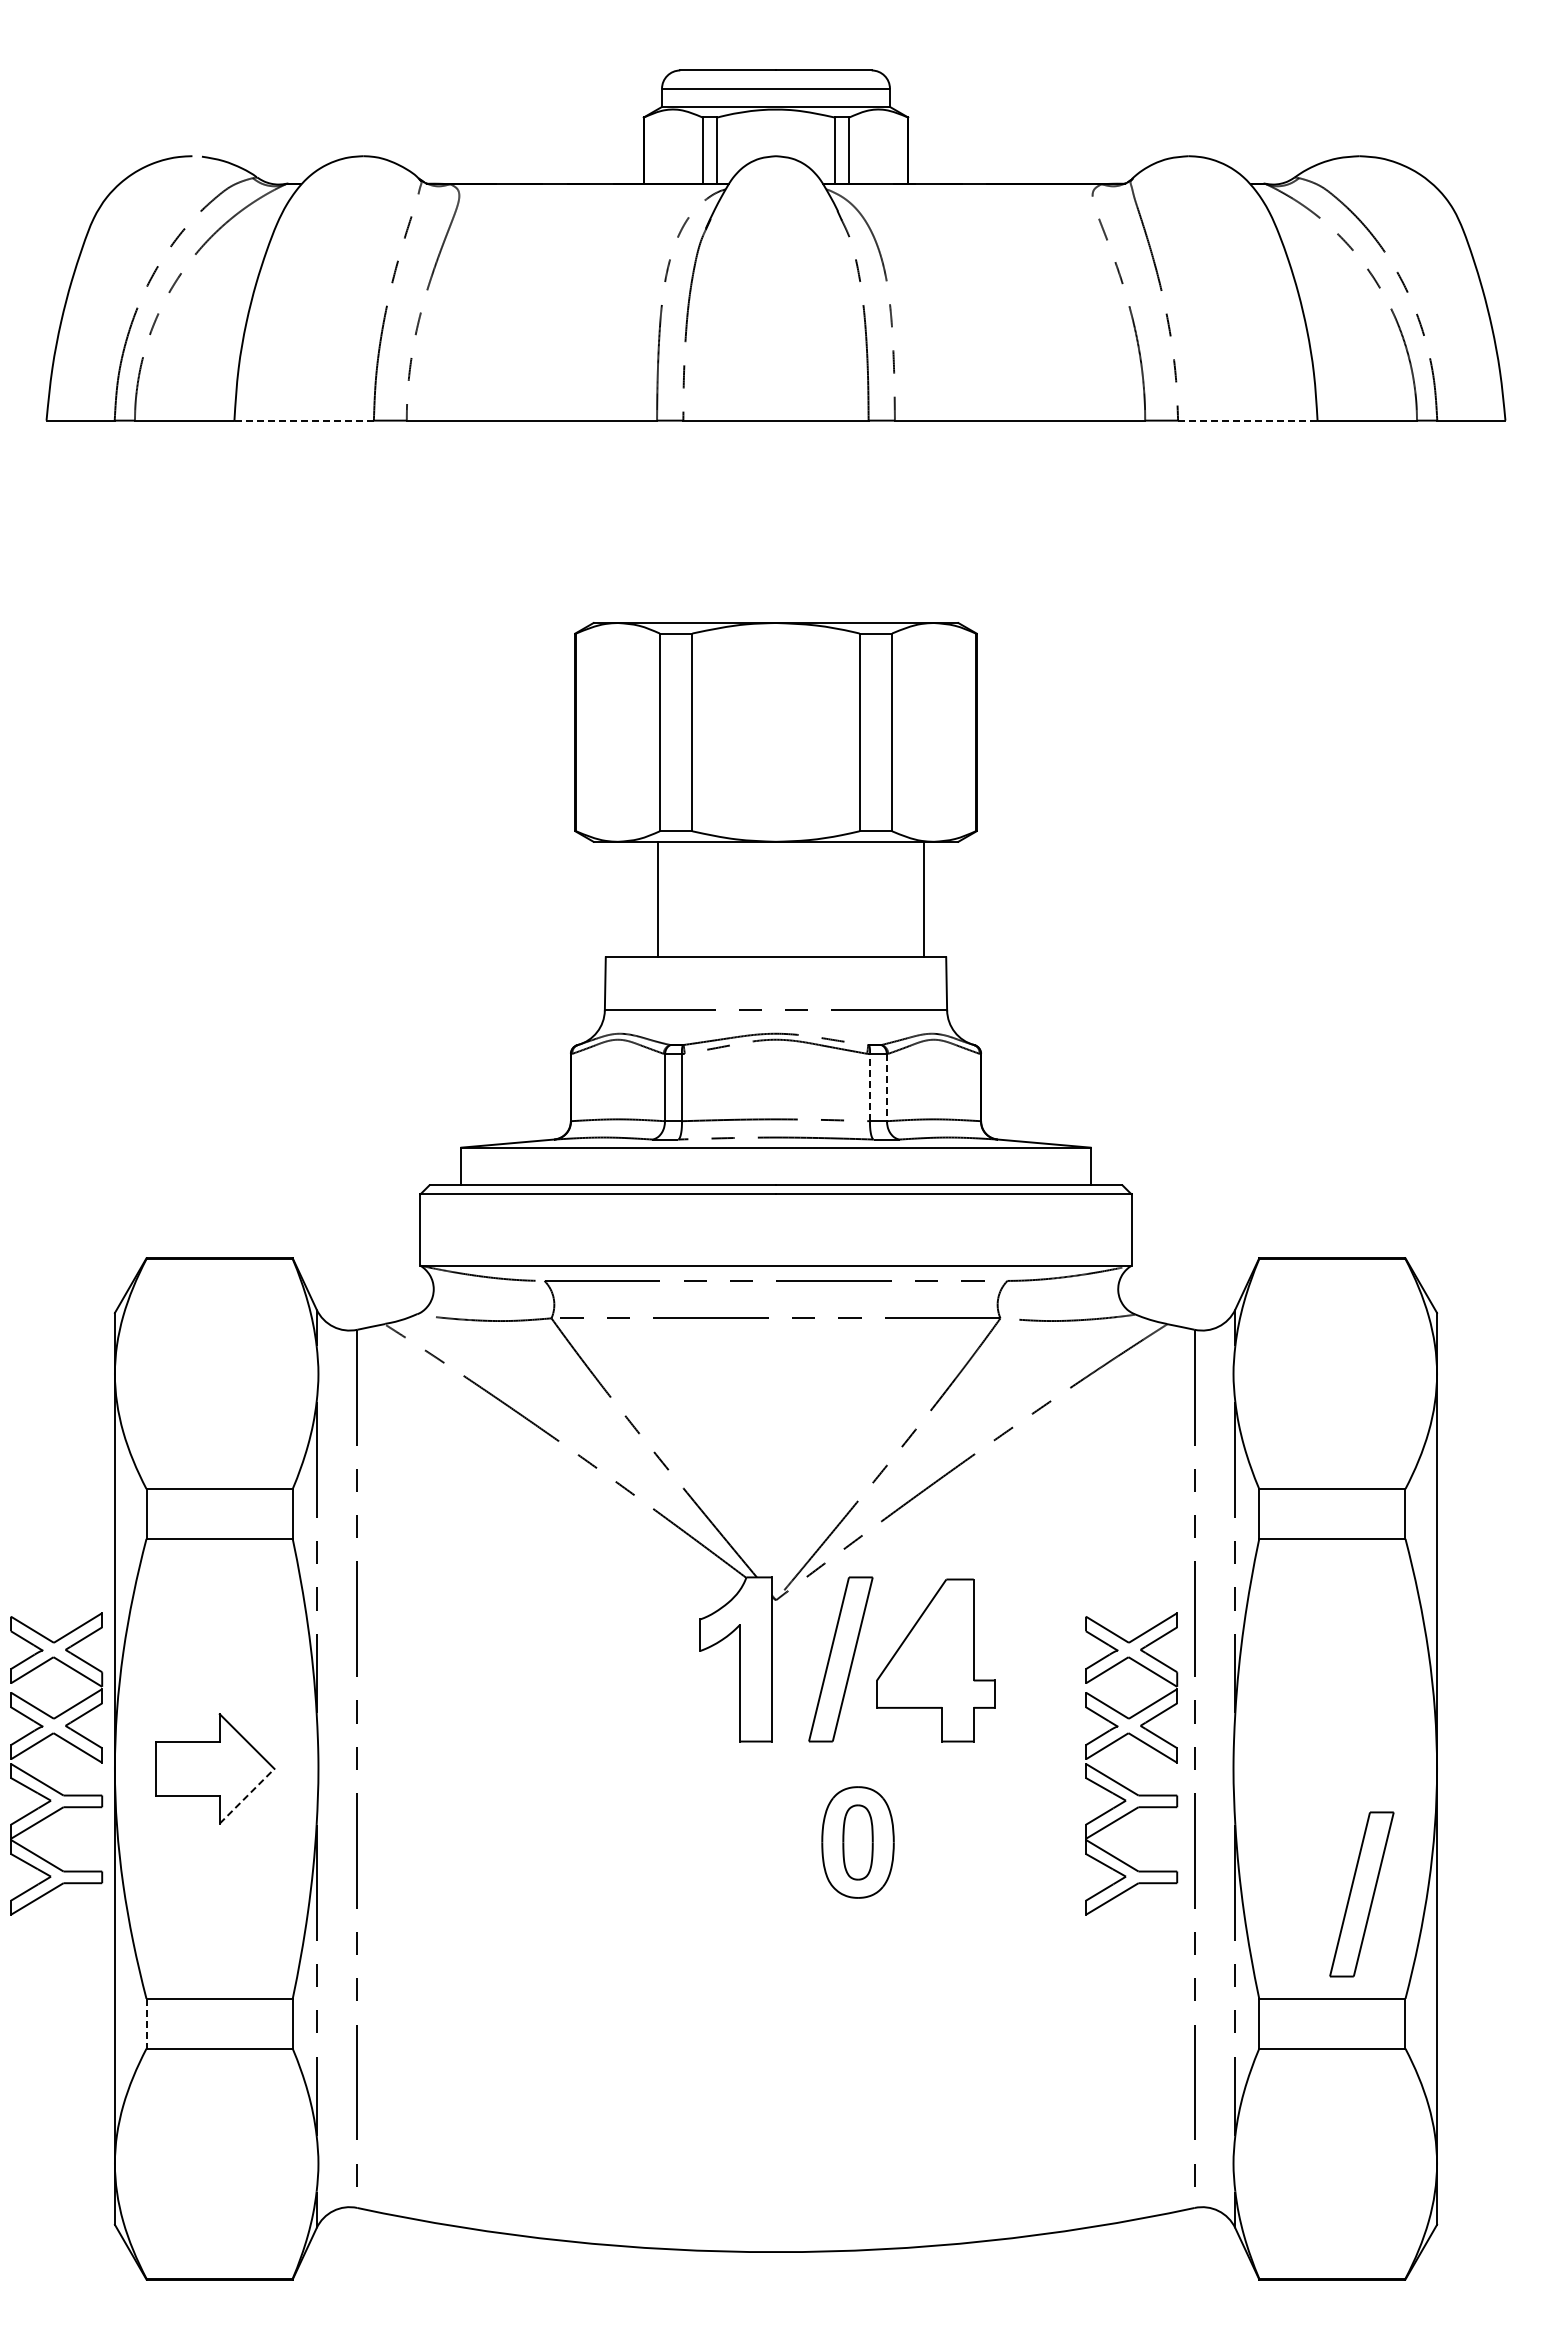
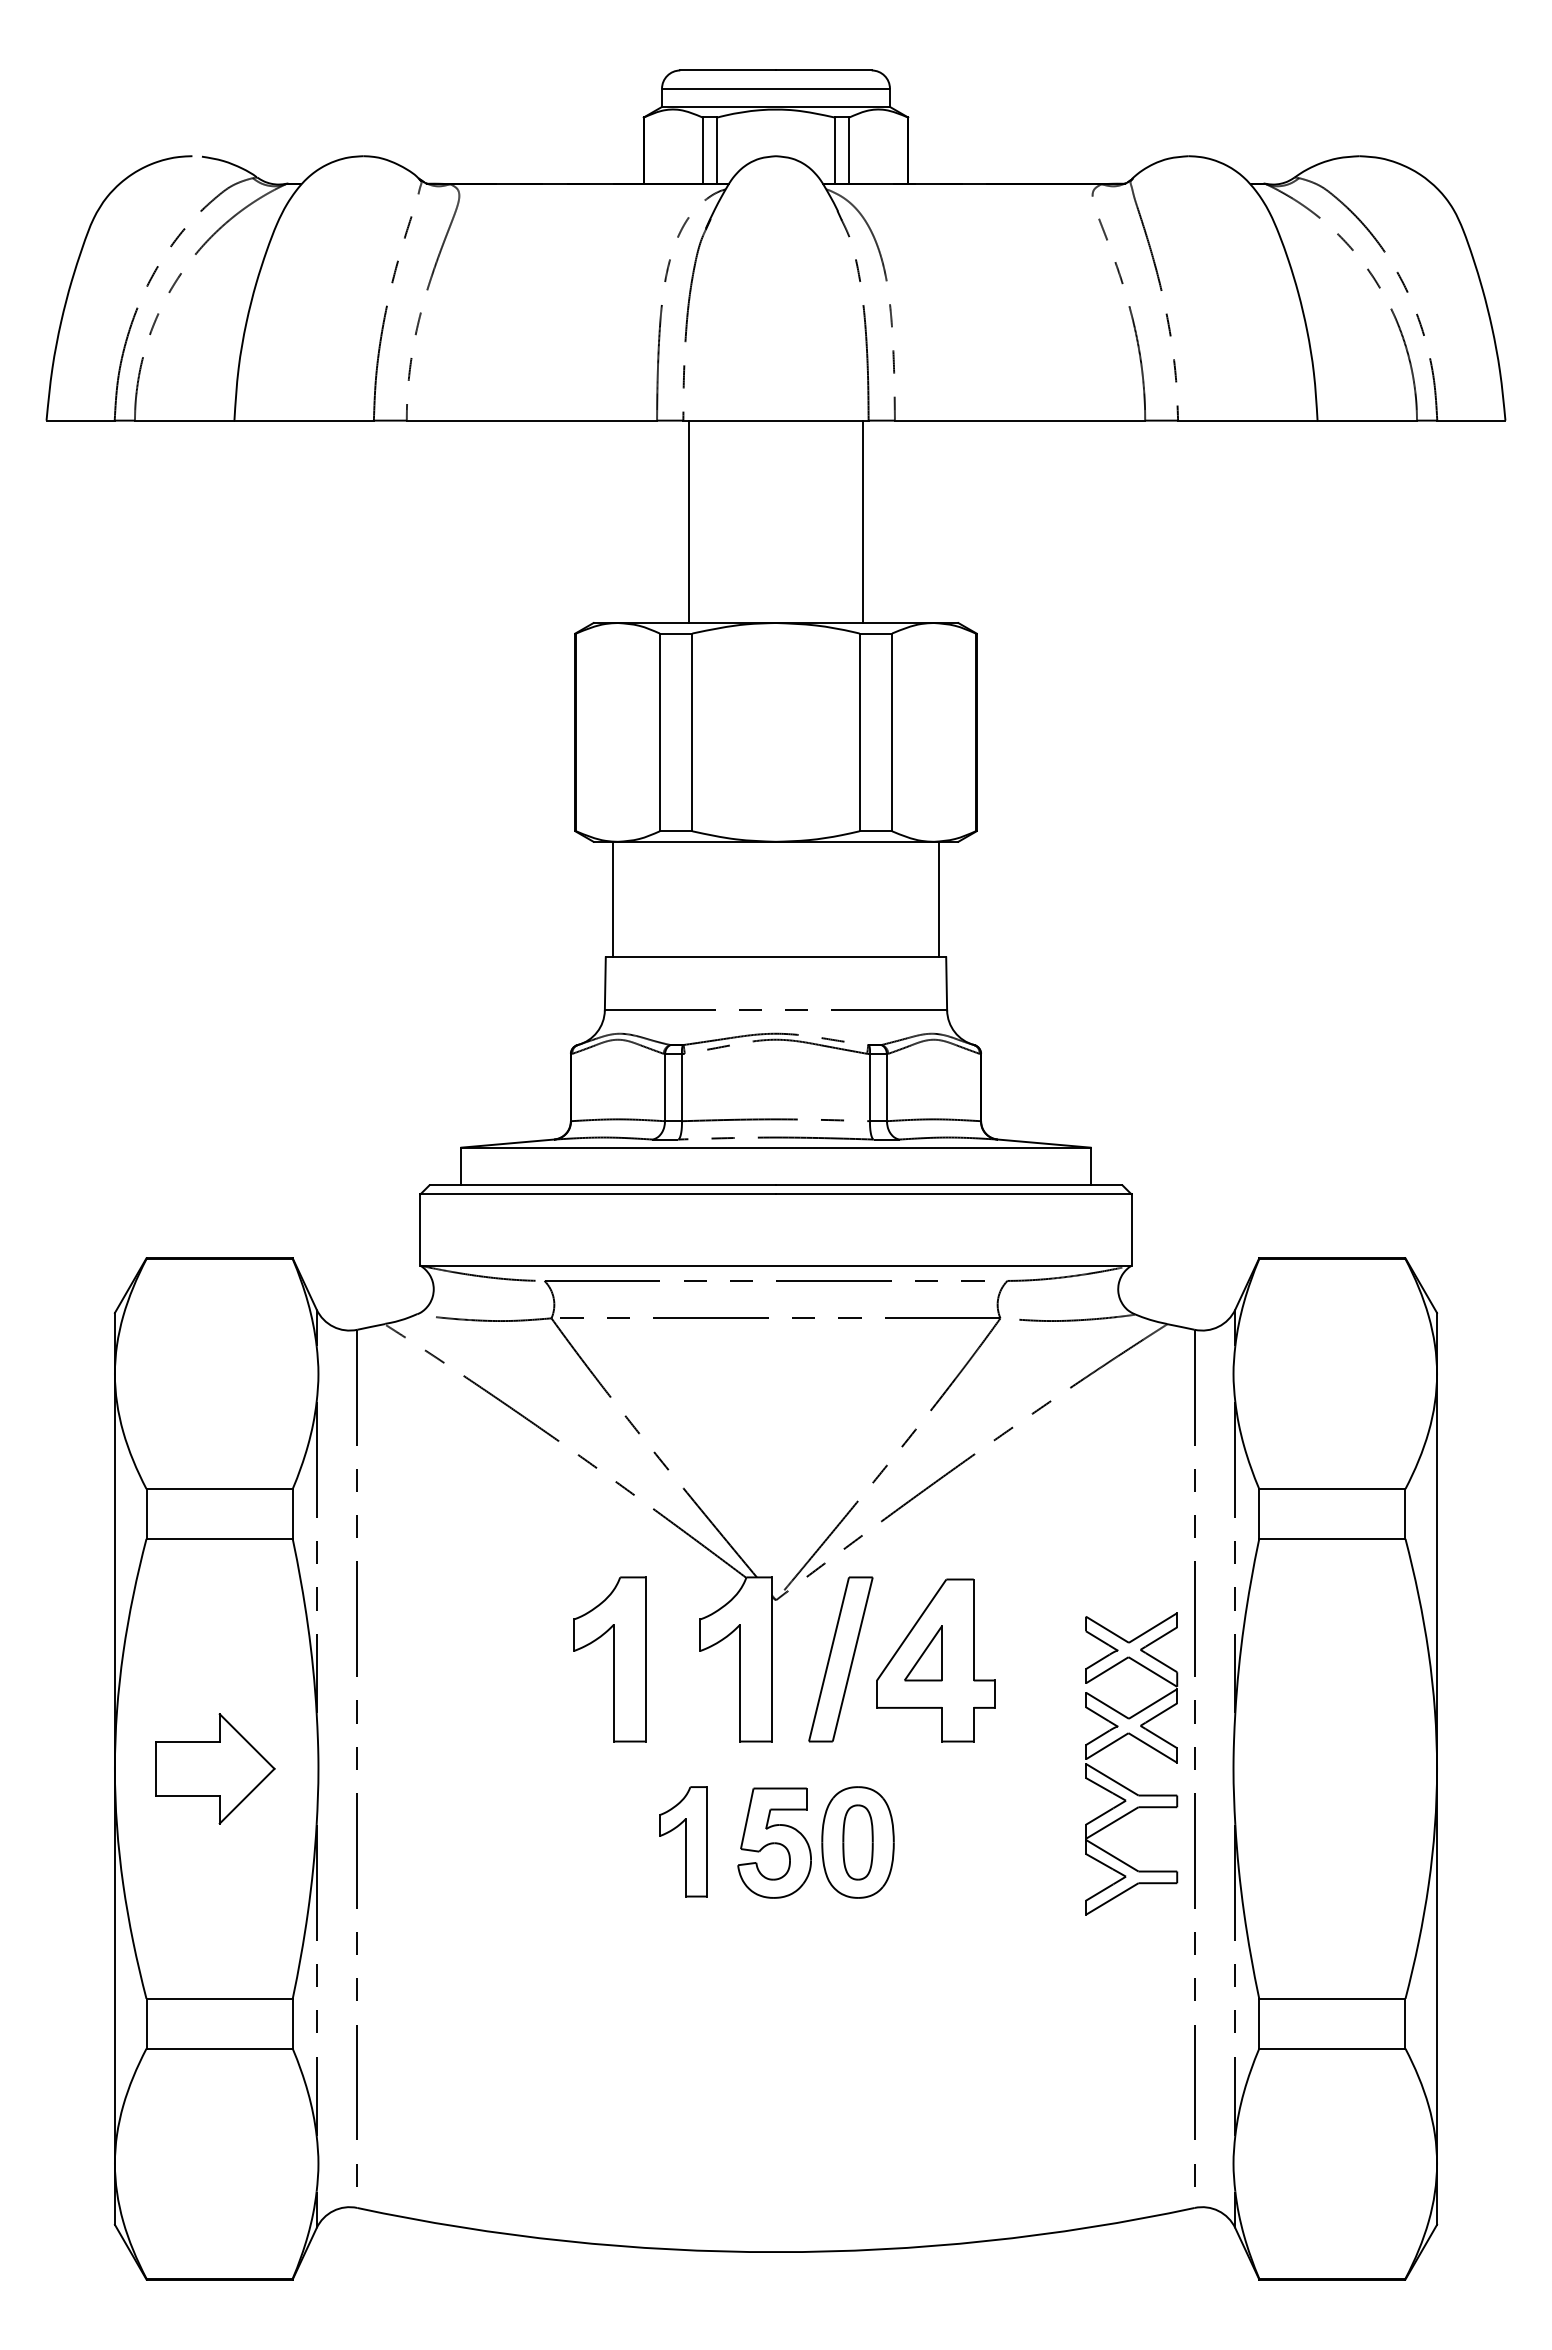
line at (305, 420): dashed -> solid
line at (1247, 420): dashed -> solid
line at (689, 521): none -> present
line at (862, 521): none -> present
line at (657, 899) position: (657, 899) -> (612, 899)
line at (924, 899) position: (924, 899) -> (939, 899)
line at (869, 1087): dashed -> solid
line at (886, 1087): dashed -> solid
part at (923, 1653): none -> present
part at (609, 1659): none -> present
part at (42, 1781): present -> none
line at (247, 1796): dashed -> solid
part at (683, 1841): none -> present
part at (774, 1842): none -> present
part at (1361, 1894): present -> none
line at (146, 2023): dashed -> solid
